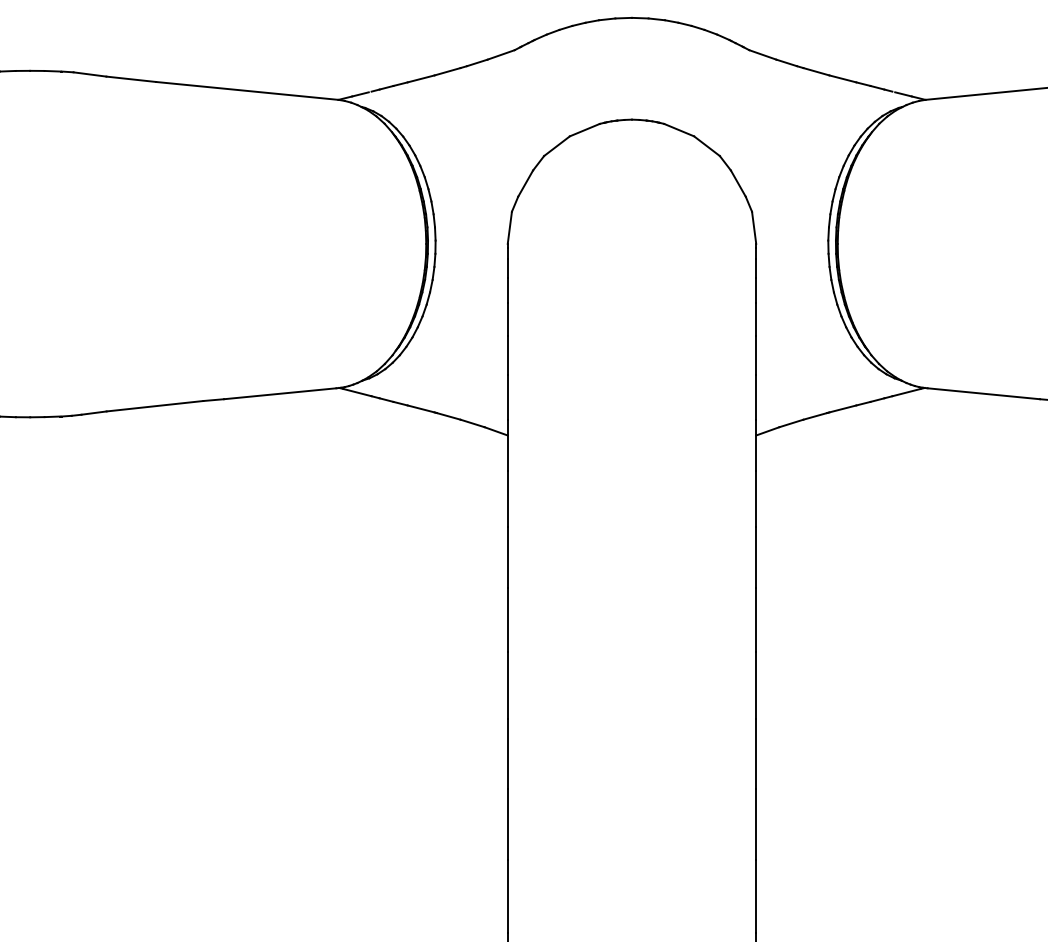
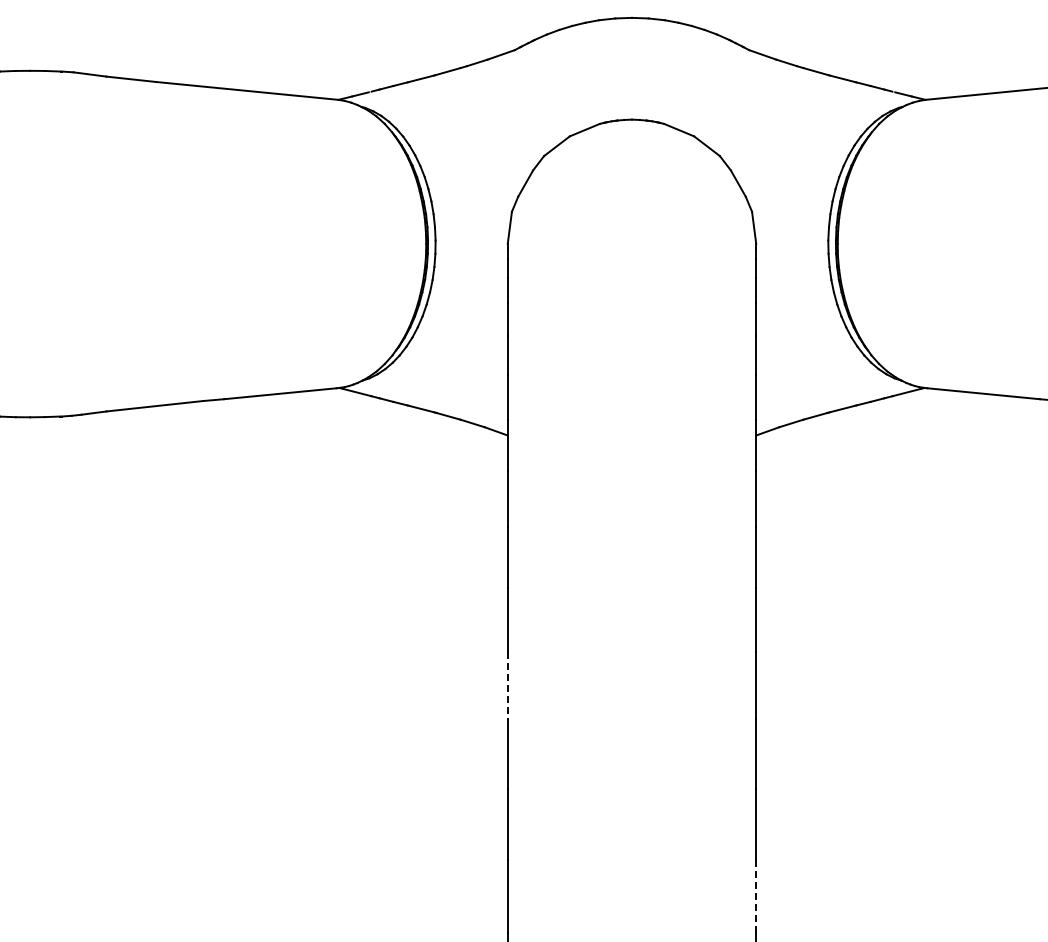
line at (507, 685): solid -> dashed
line at (756, 896): solid -> dashed
